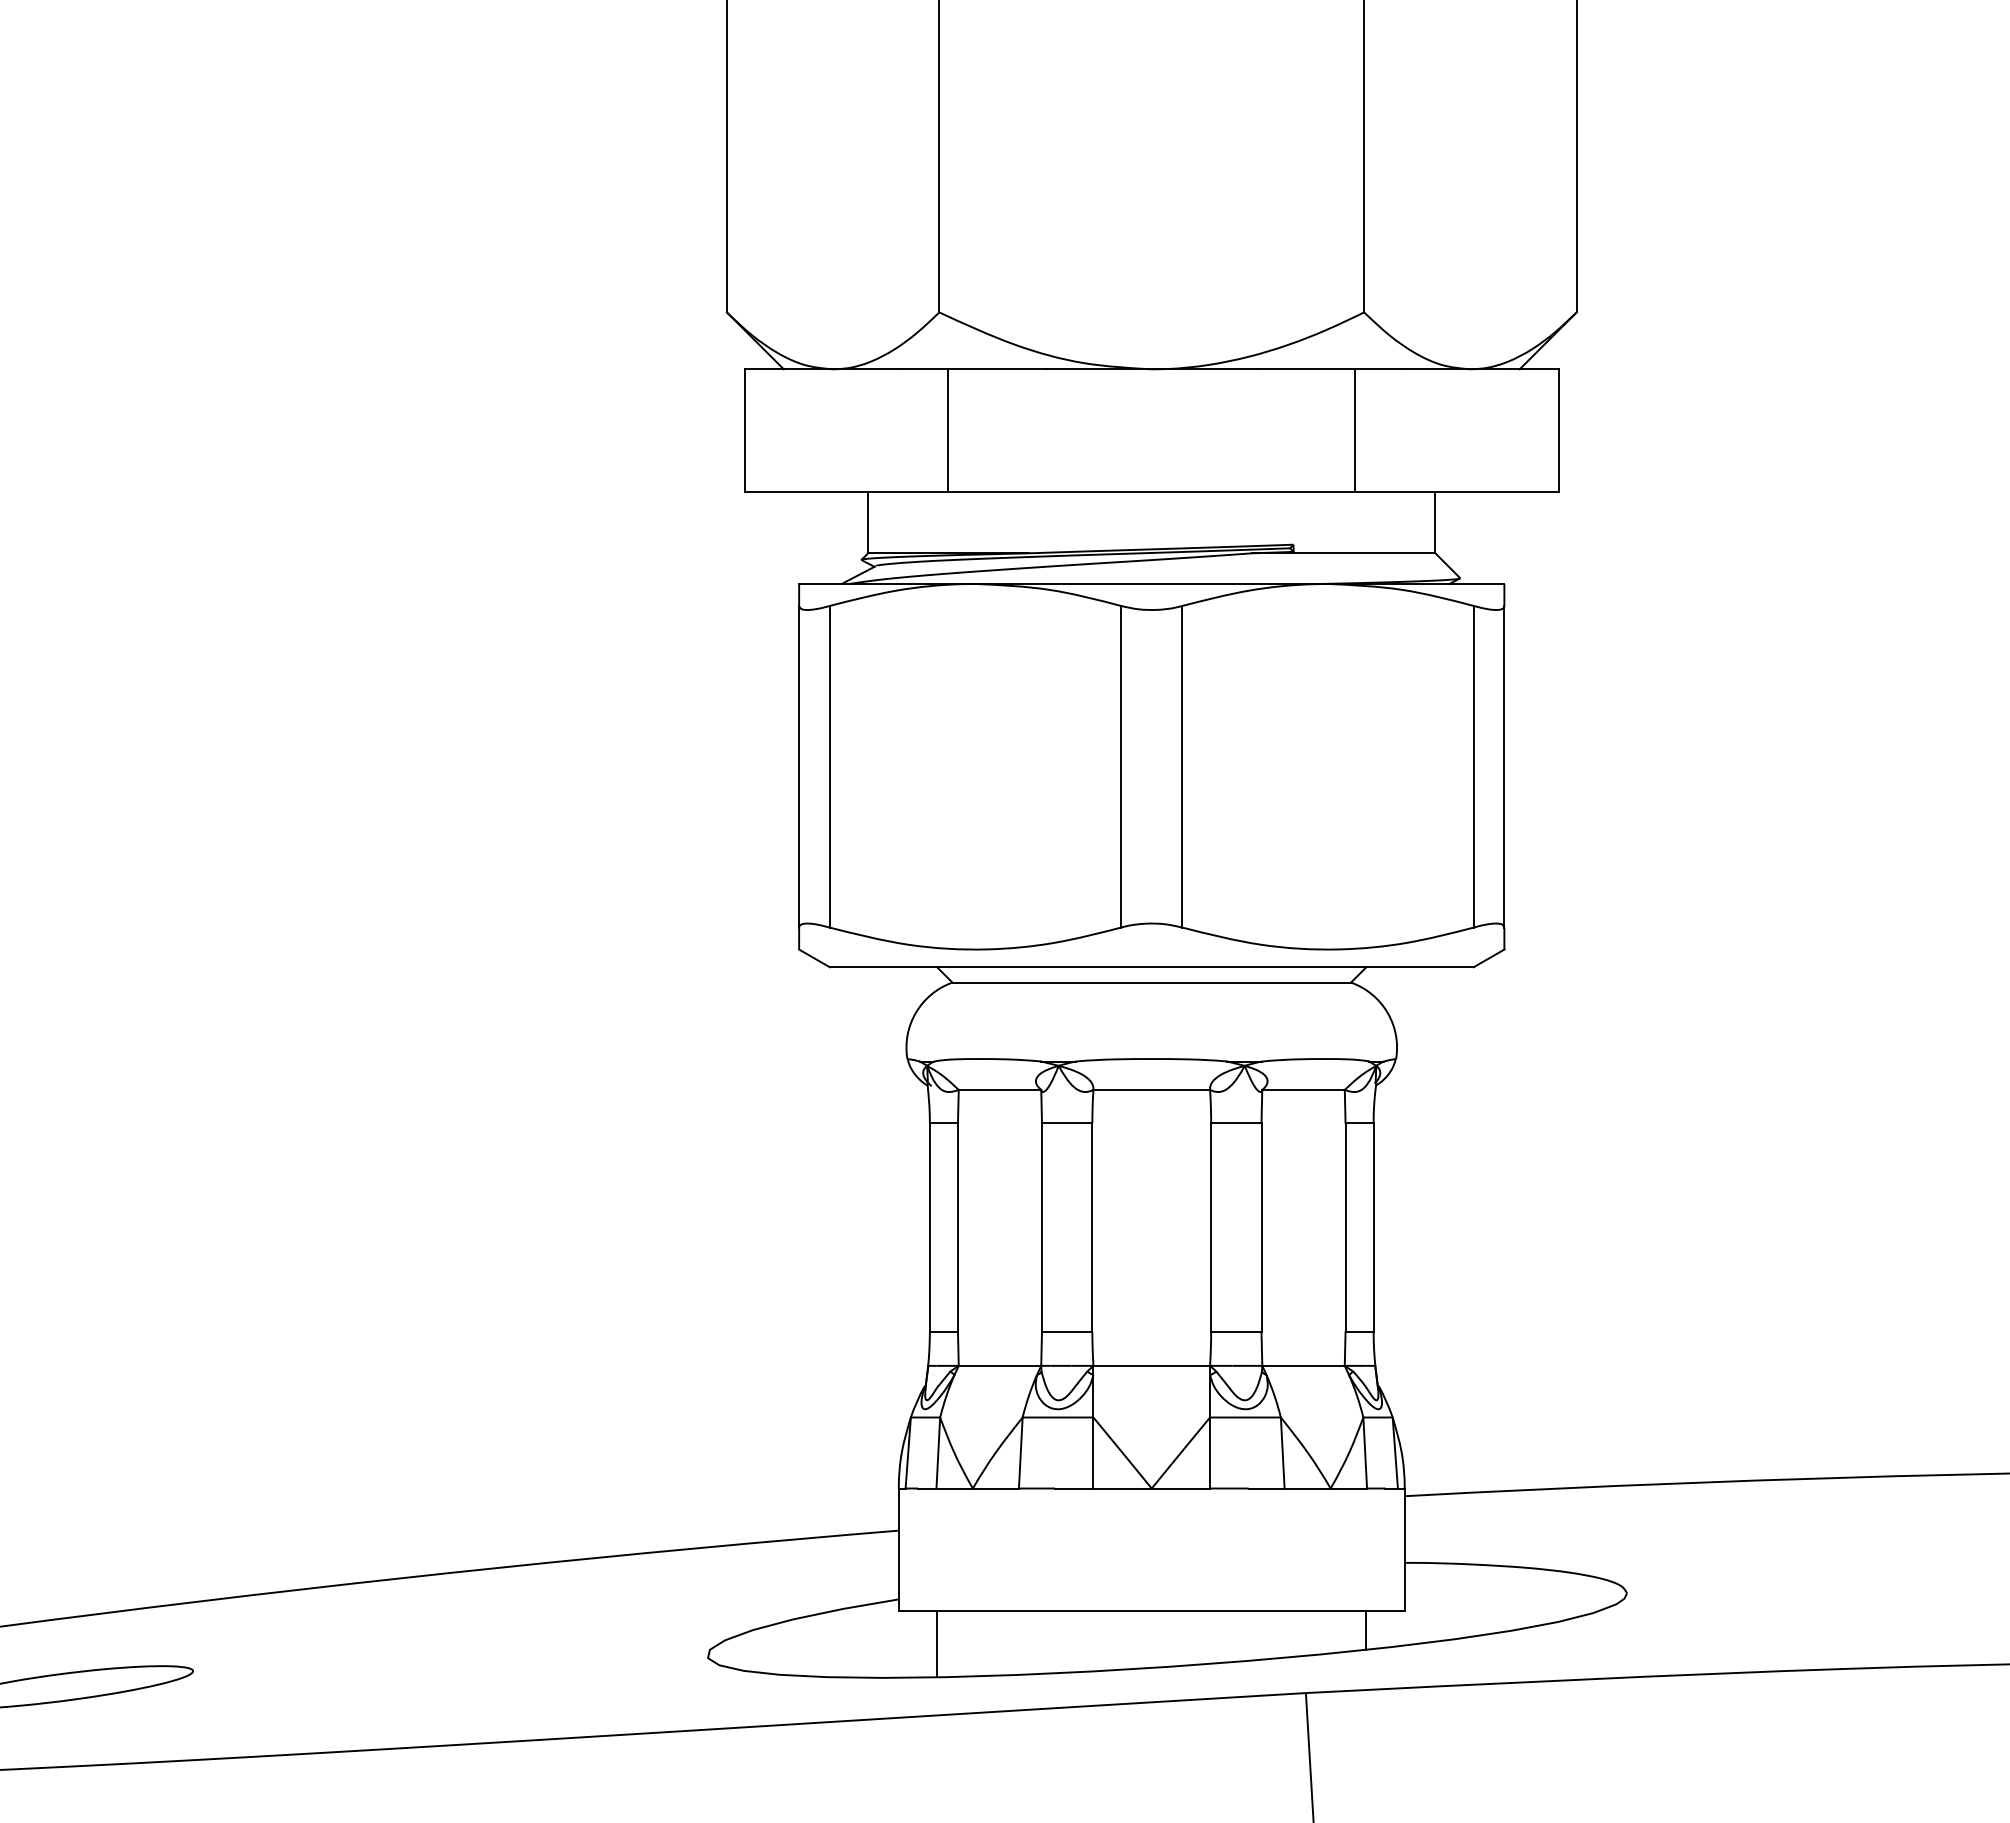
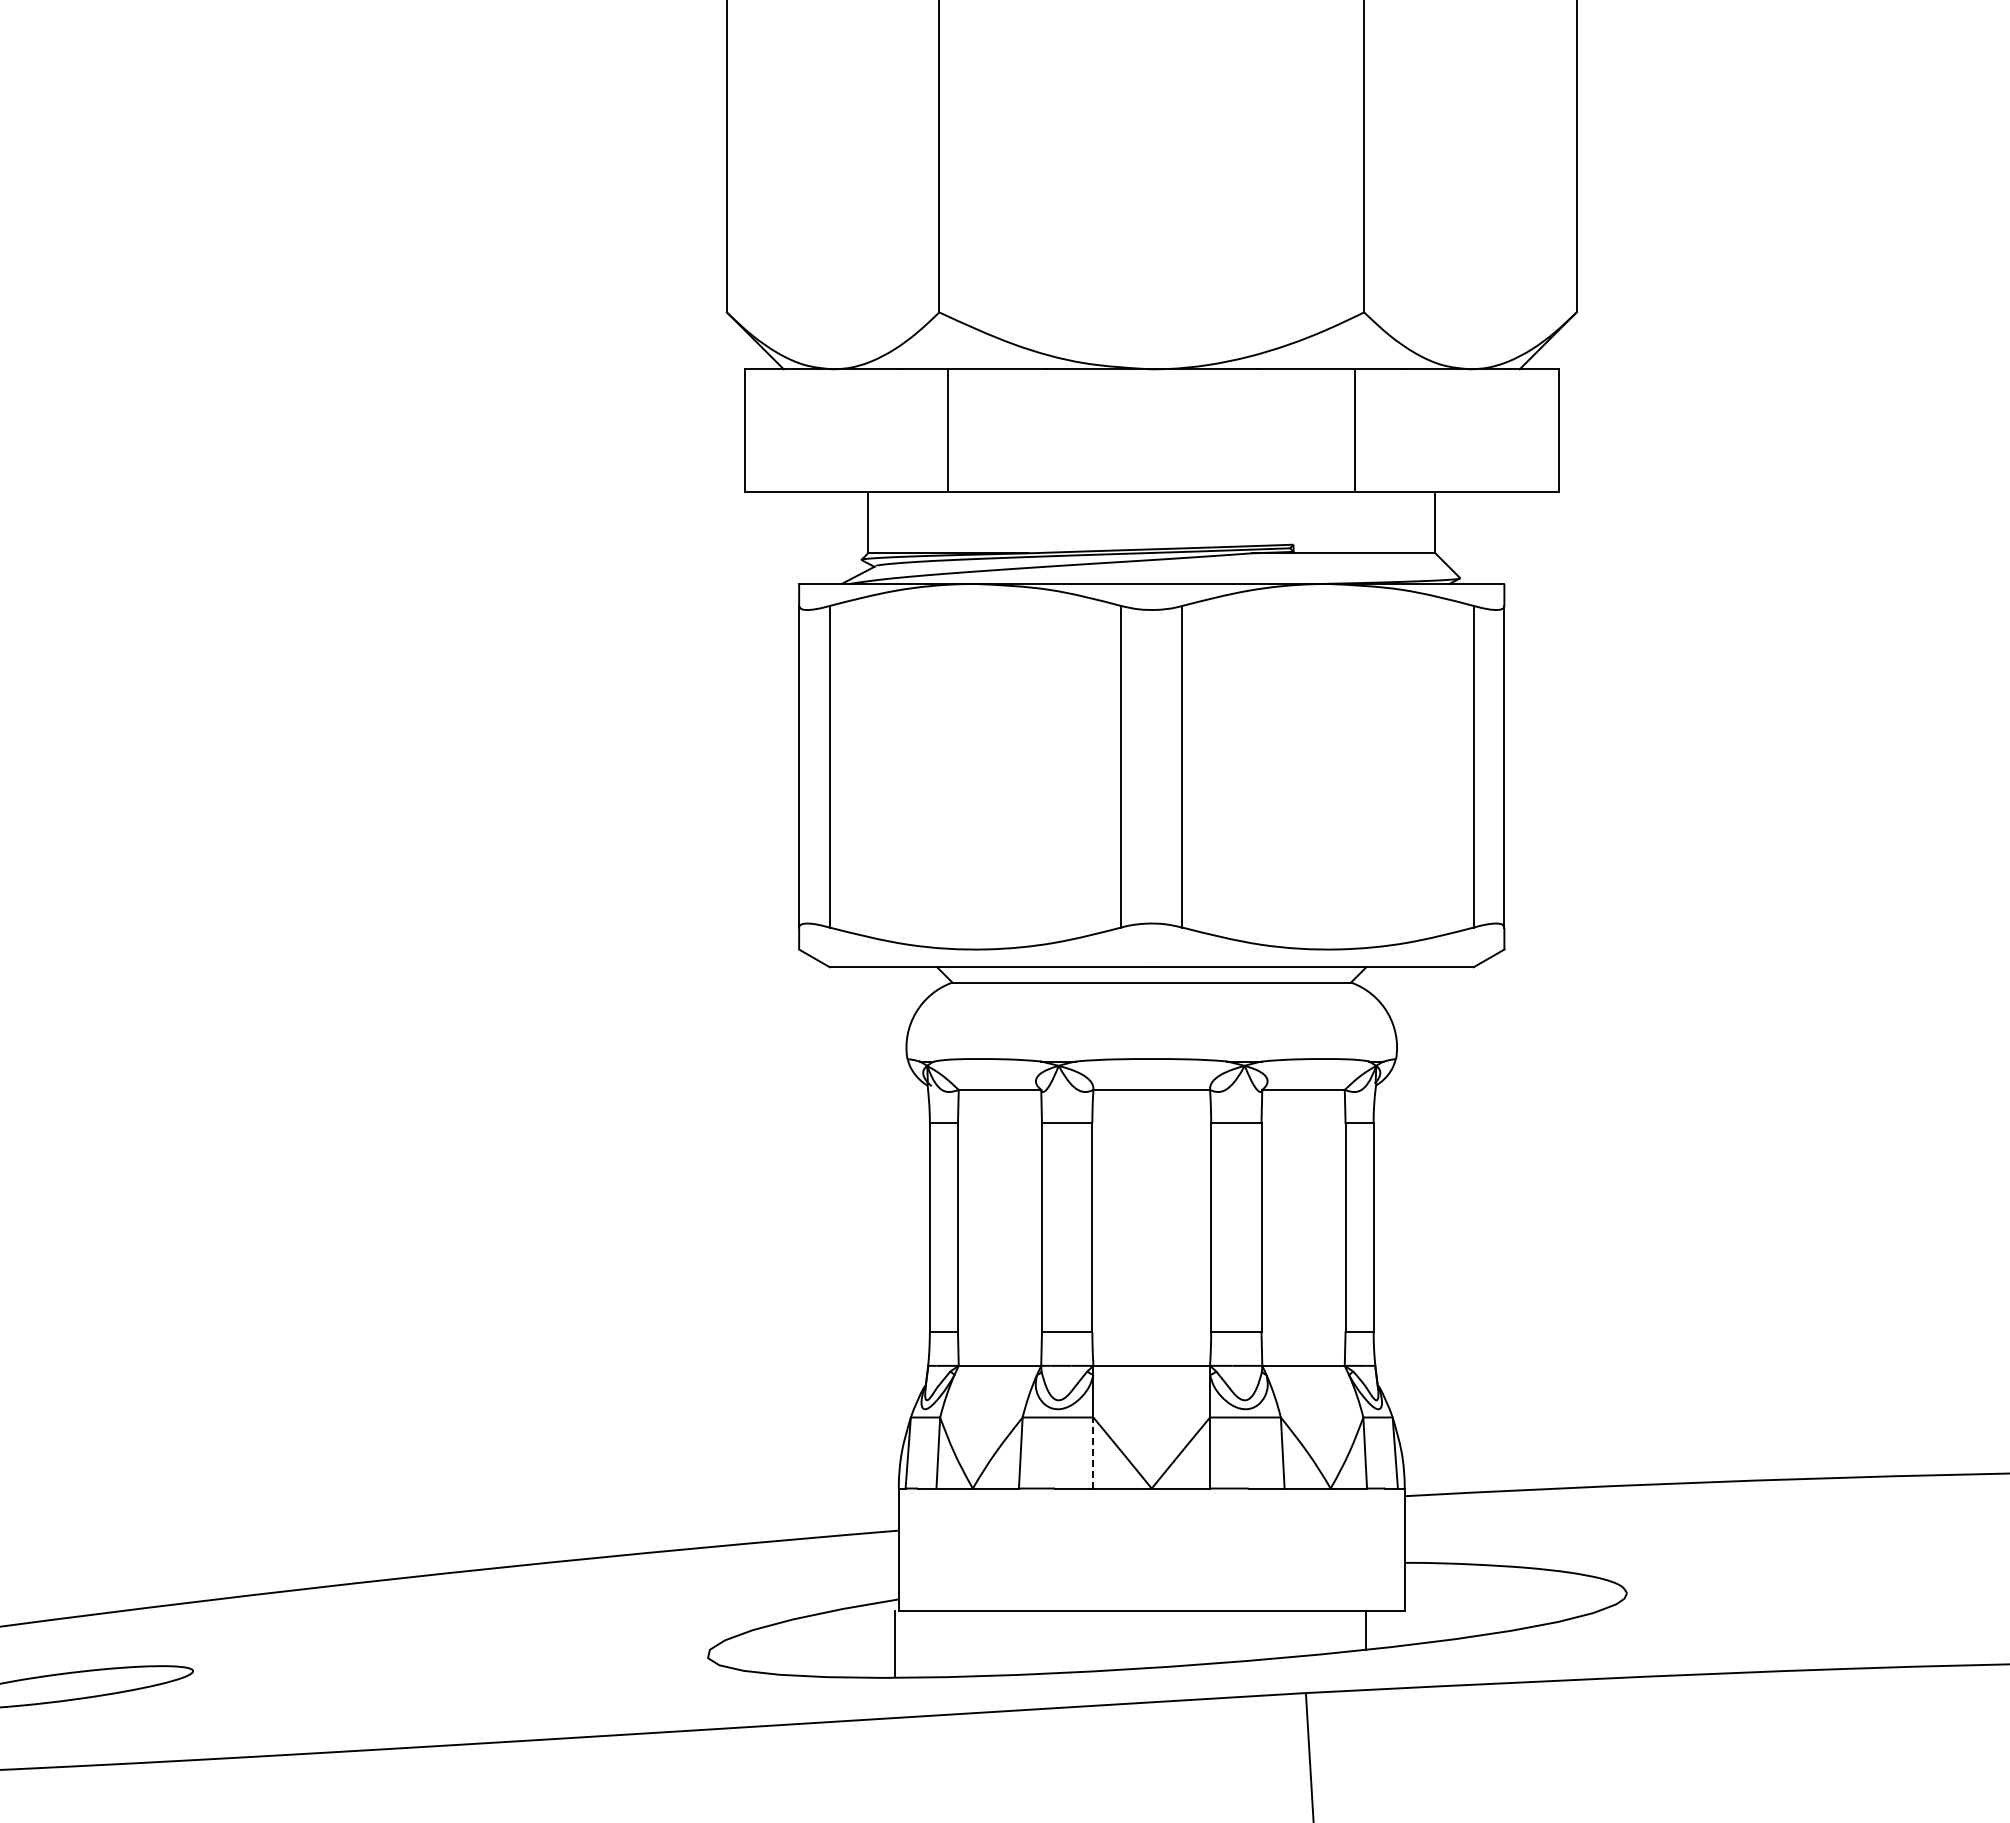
line at (1093, 1453): solid -> dashed
line at (937, 1644) position: (937, 1644) -> (895, 1644)
